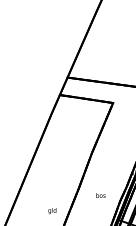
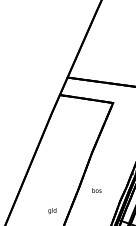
text at (100, 195) position: (100, 195) -> (96, 190)
